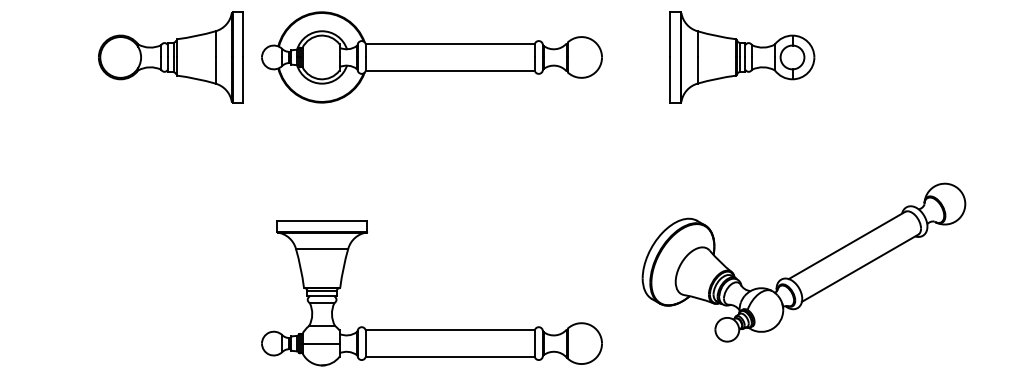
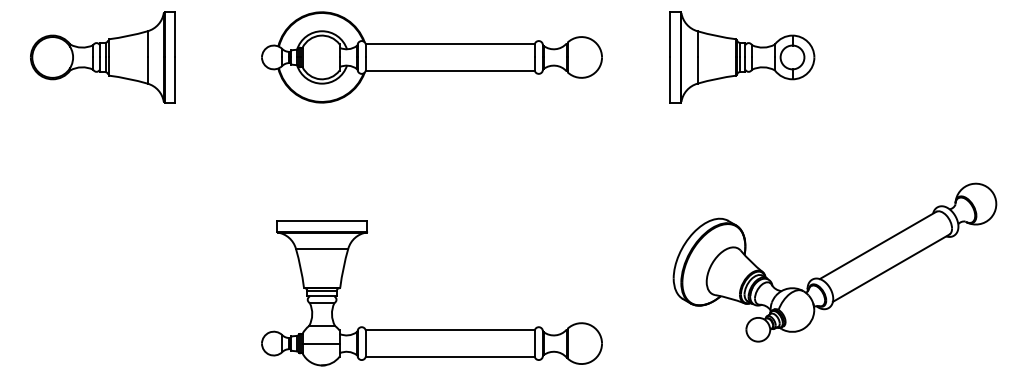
part at (170, 57) position: (170, 57) -> (102, 57)
part at (803, 262) position: (803, 262) -> (834, 262)
